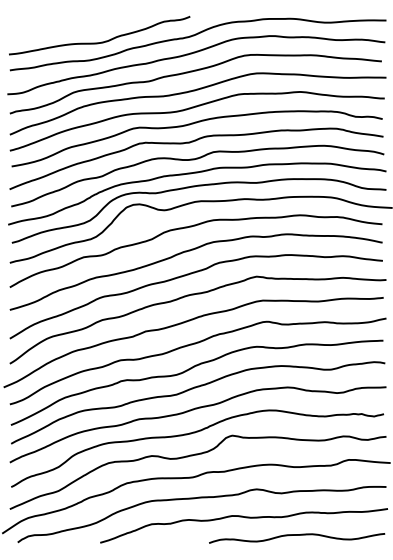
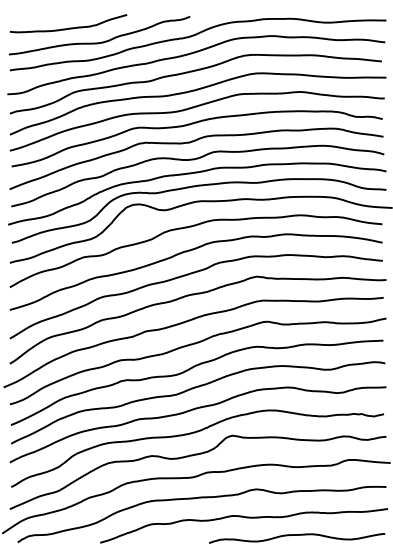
curve at (69, 27): none -> present
